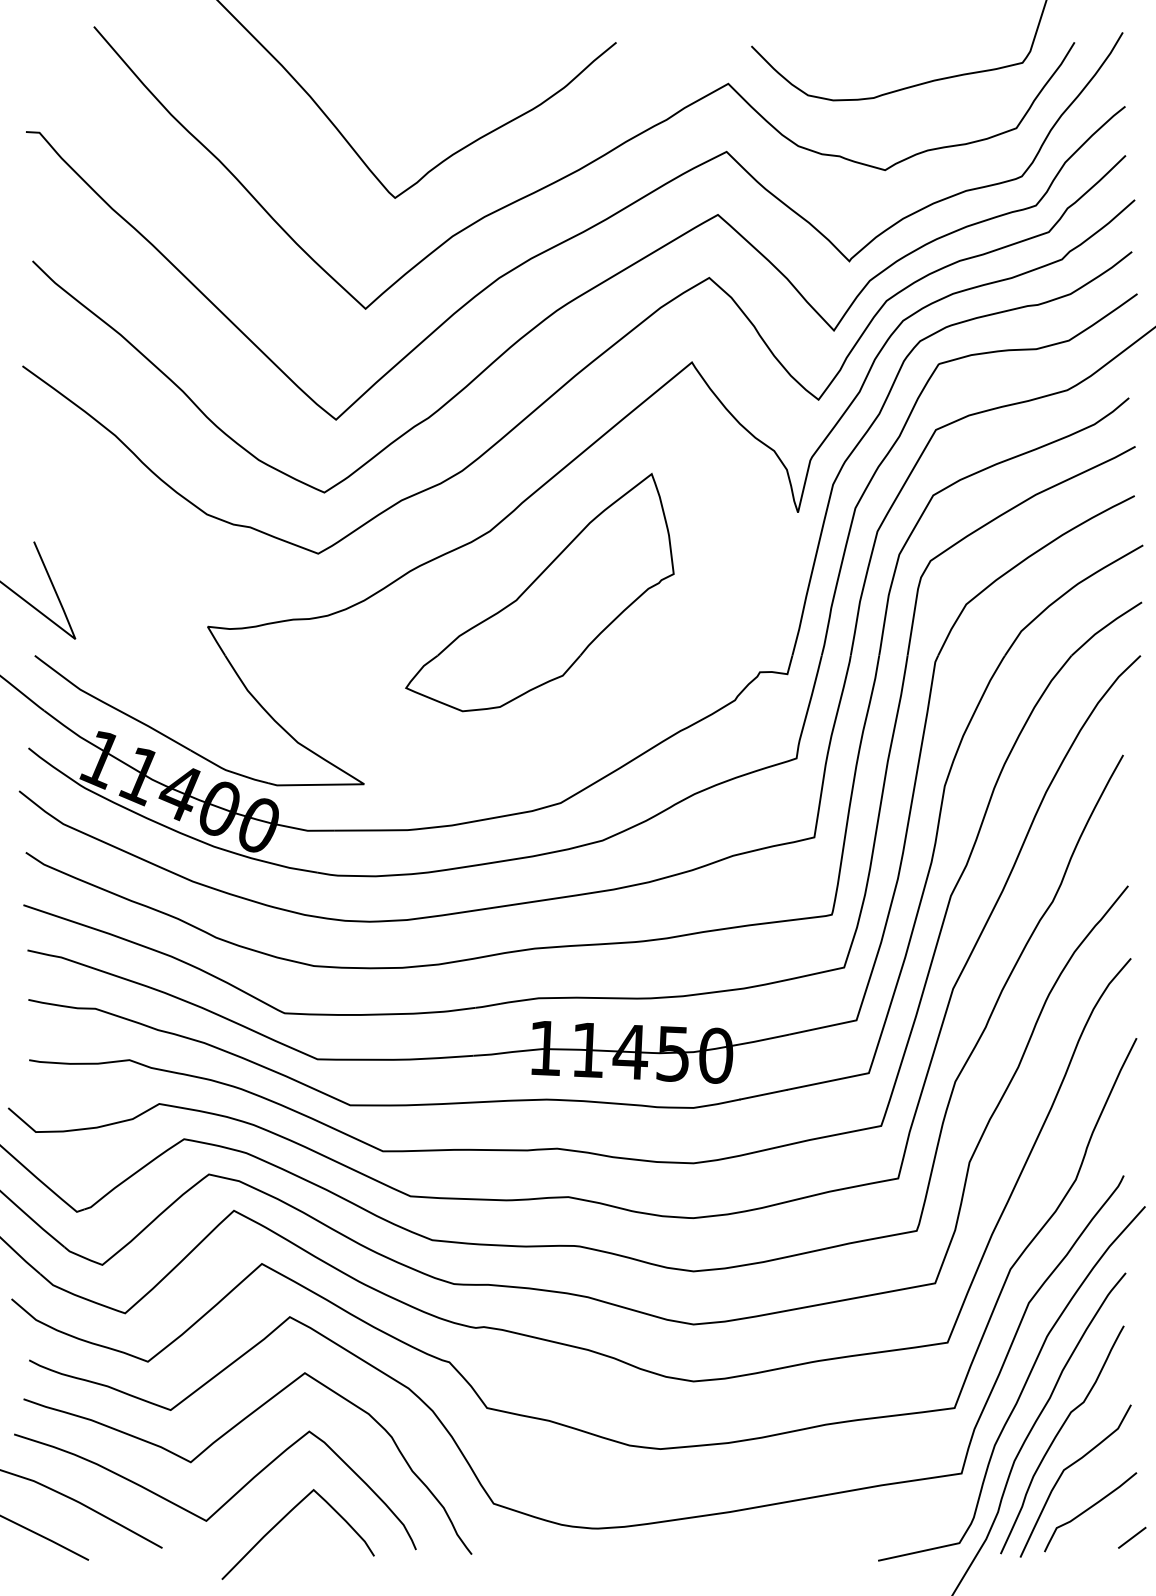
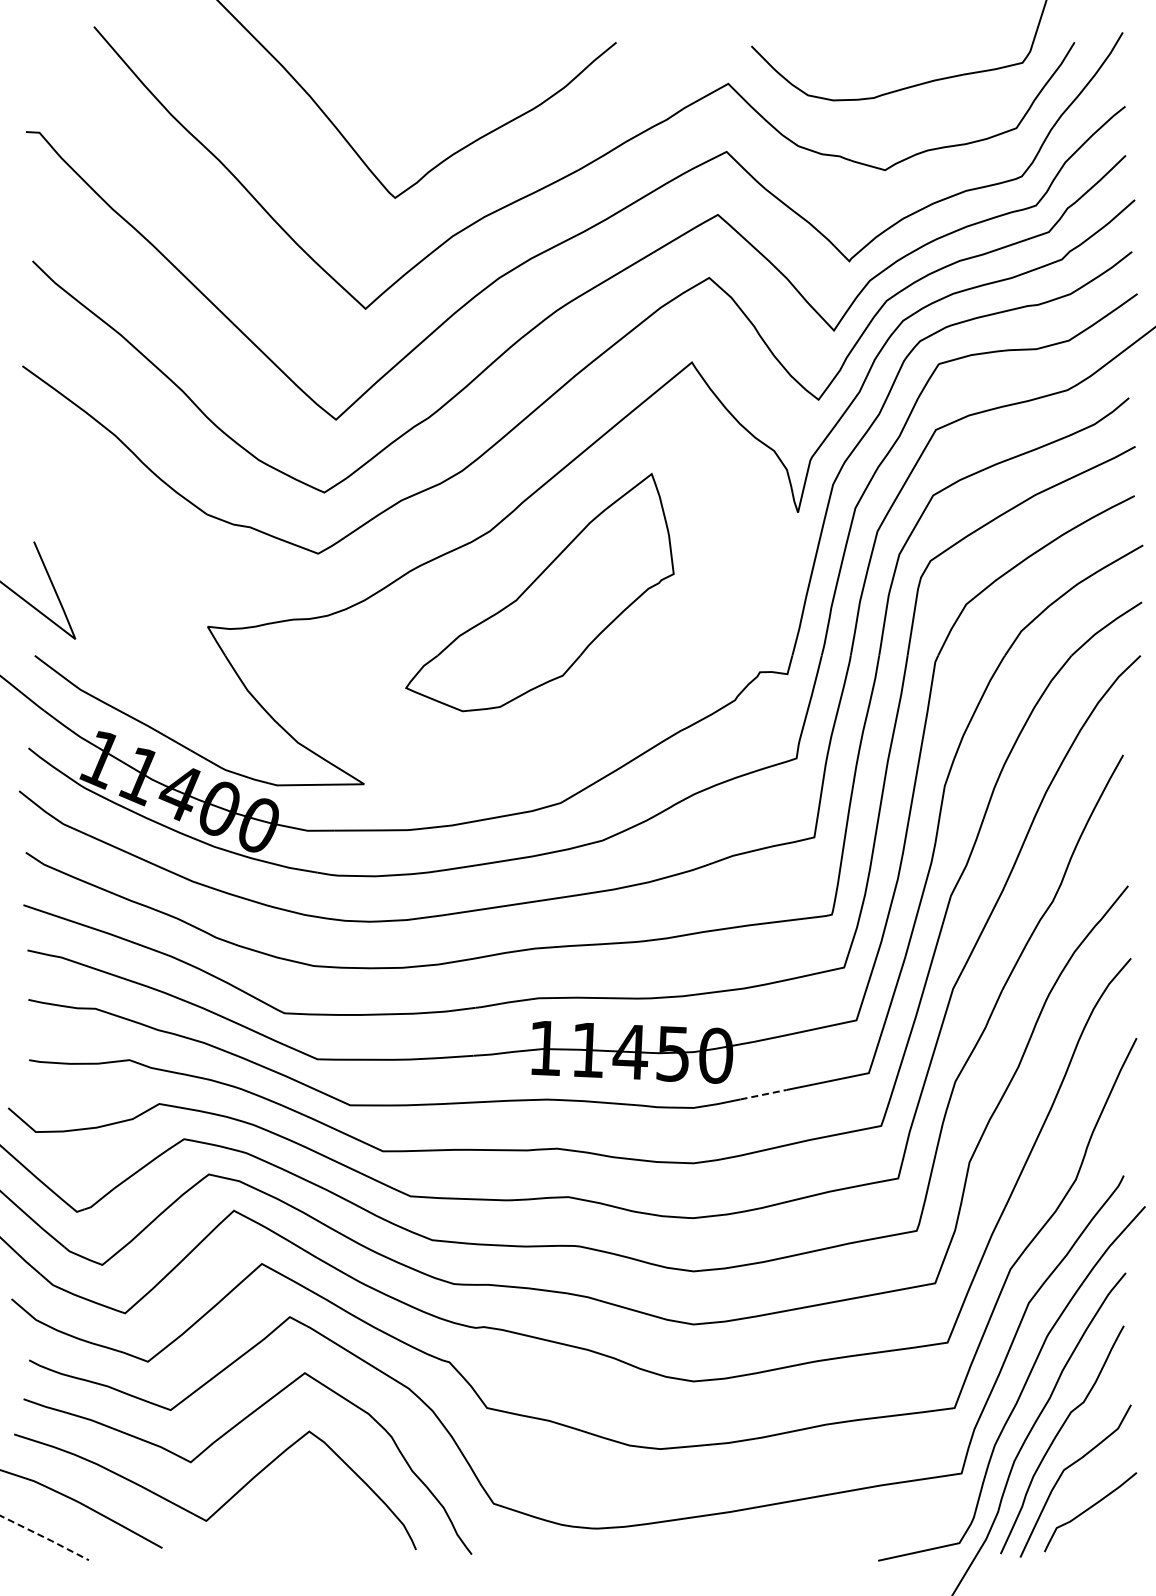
line at (763, 1094): solid -> dashed
curve at (283, 1519): present -> none
line at (1132, 1537): present -> none
line at (45, 1538): solid -> dashed
